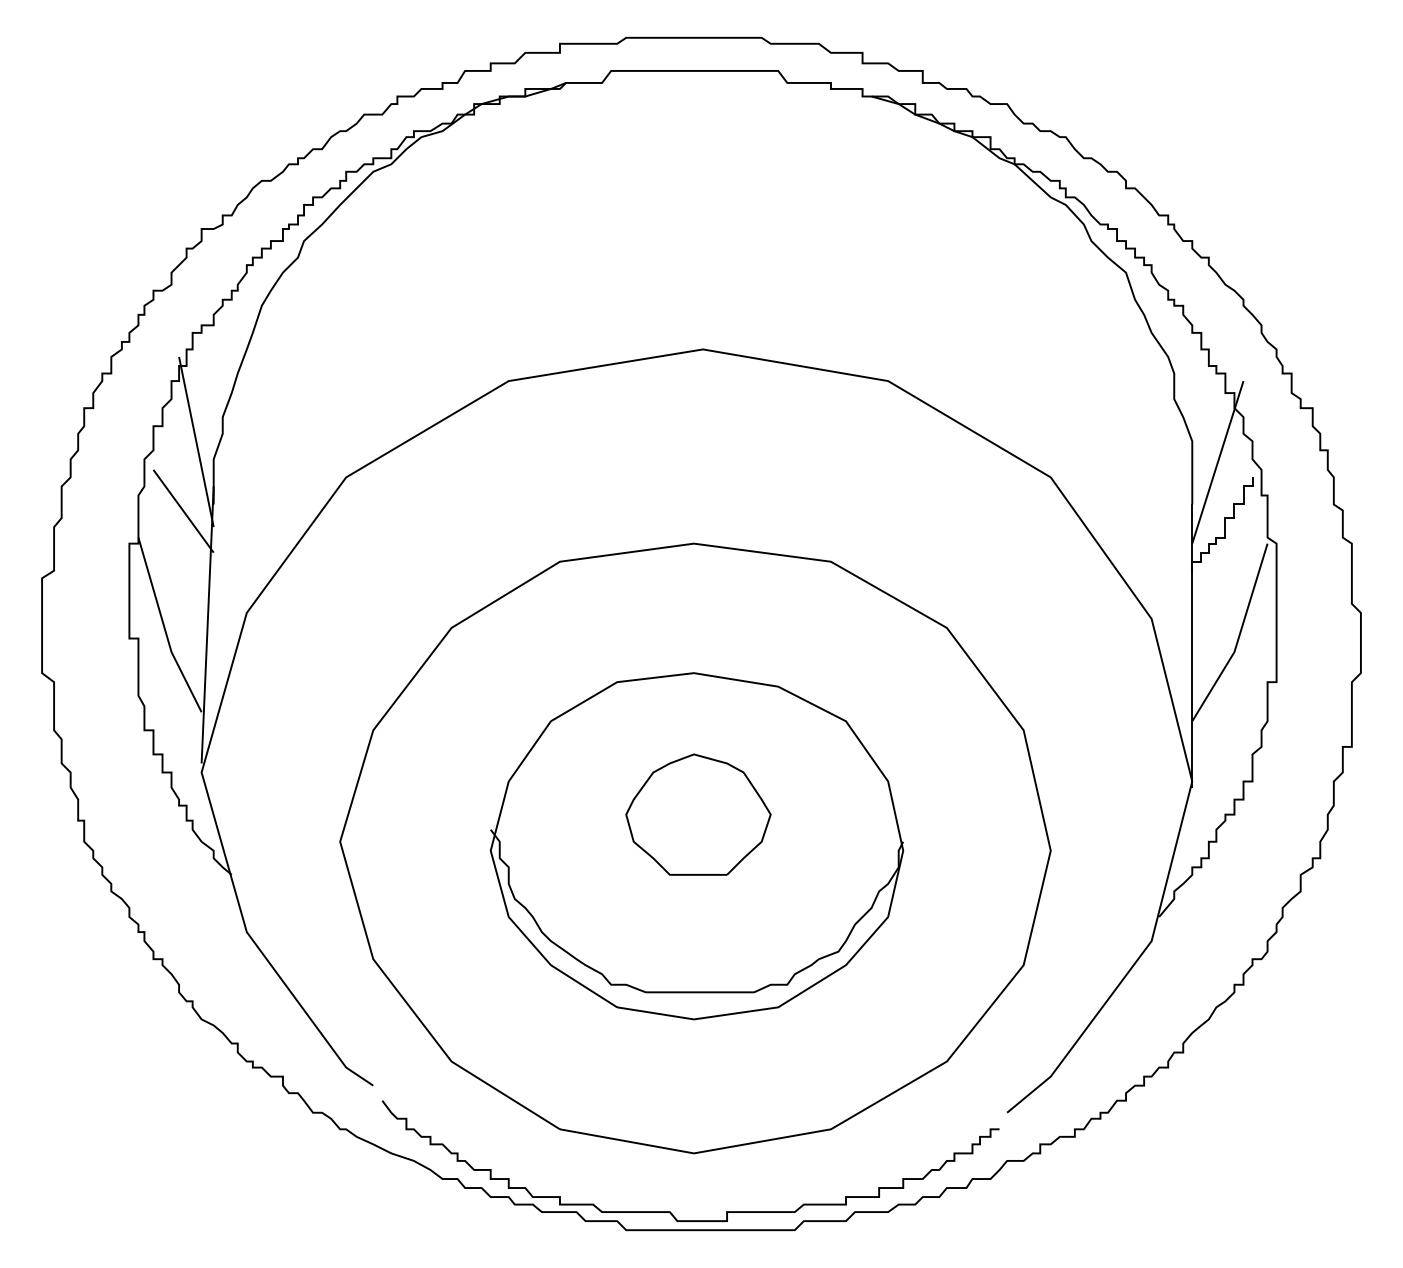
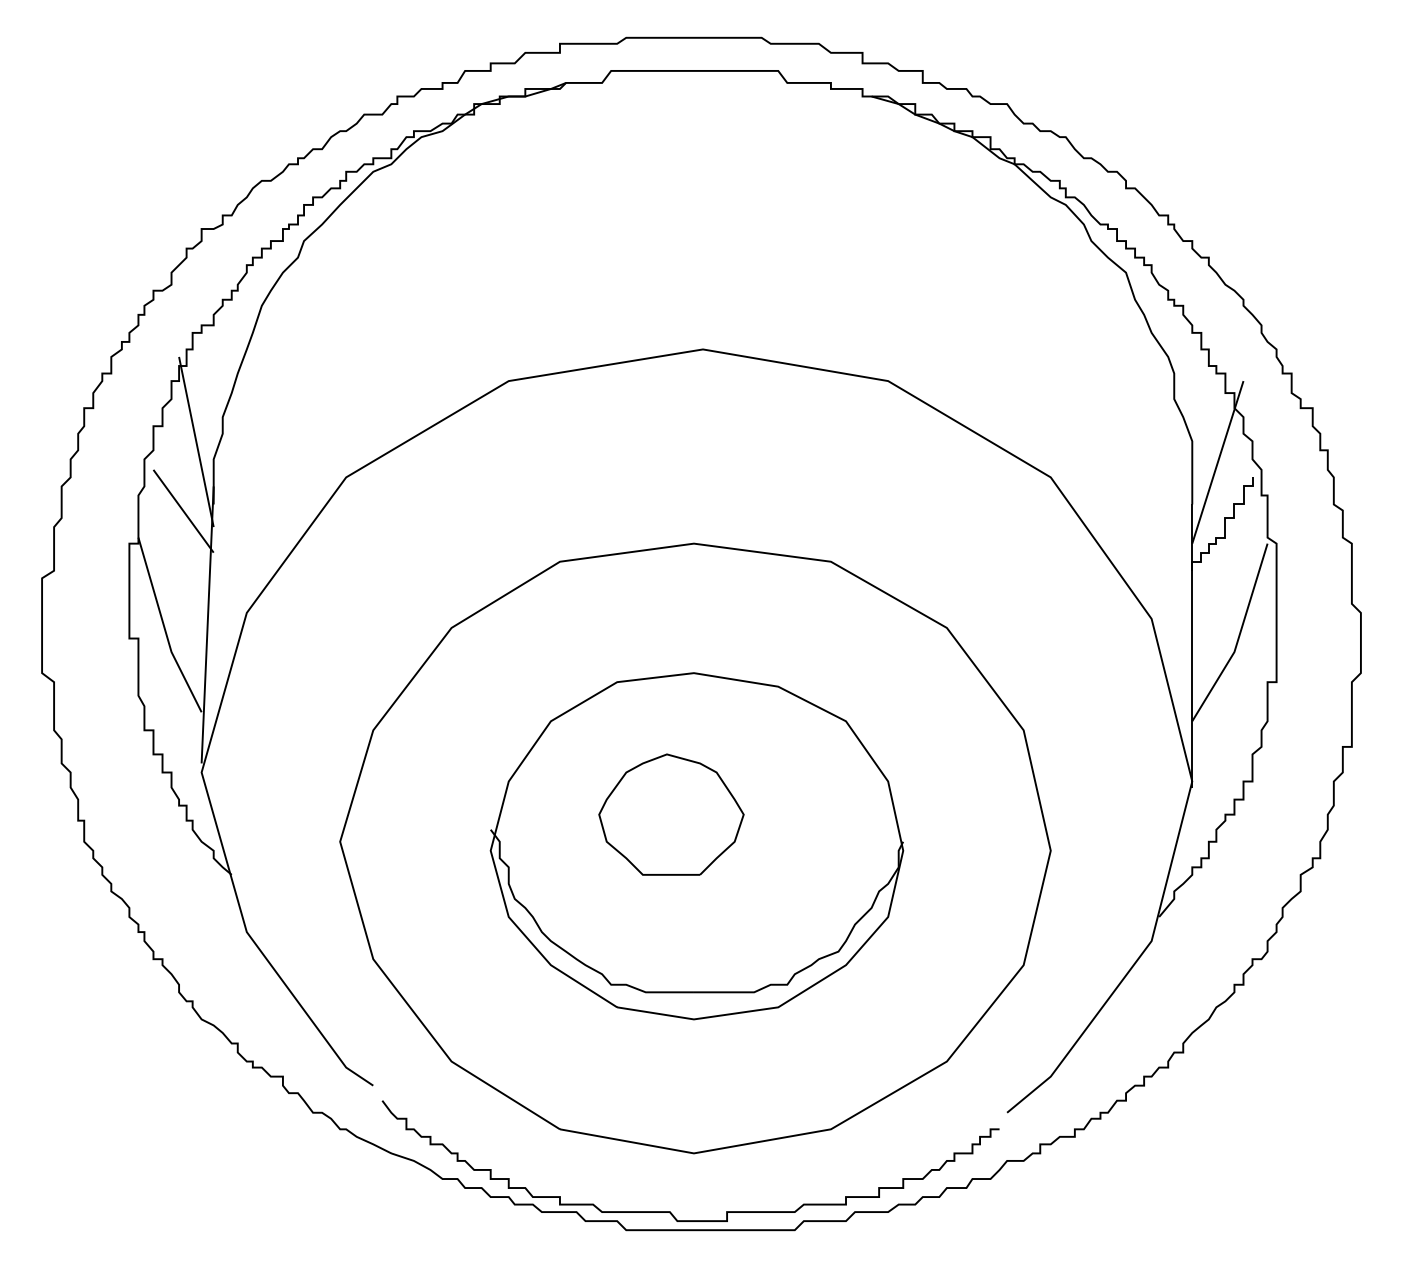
part at (698, 814) position: (698, 814) -> (671, 814)
